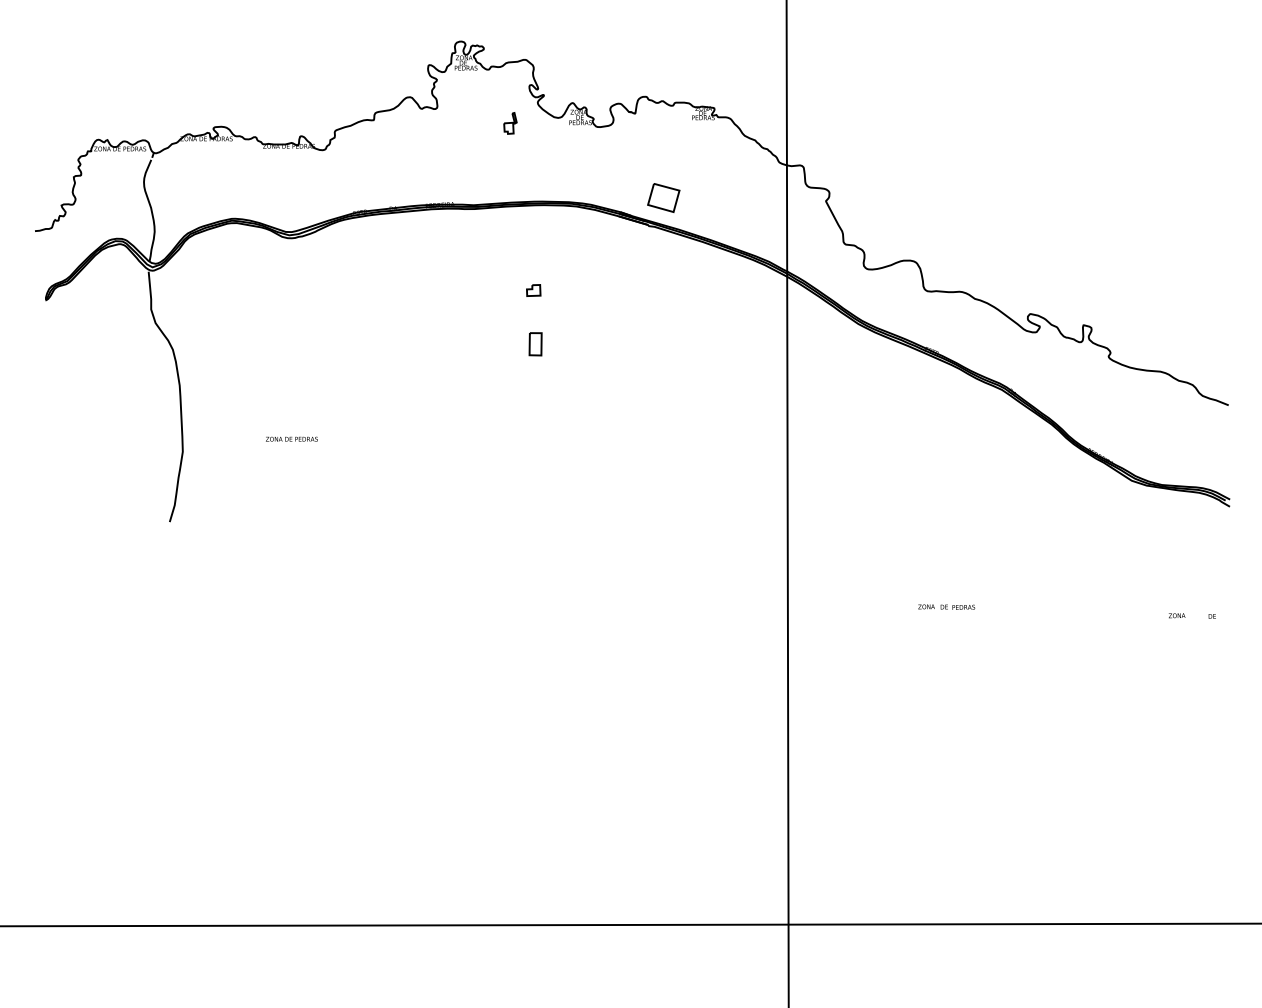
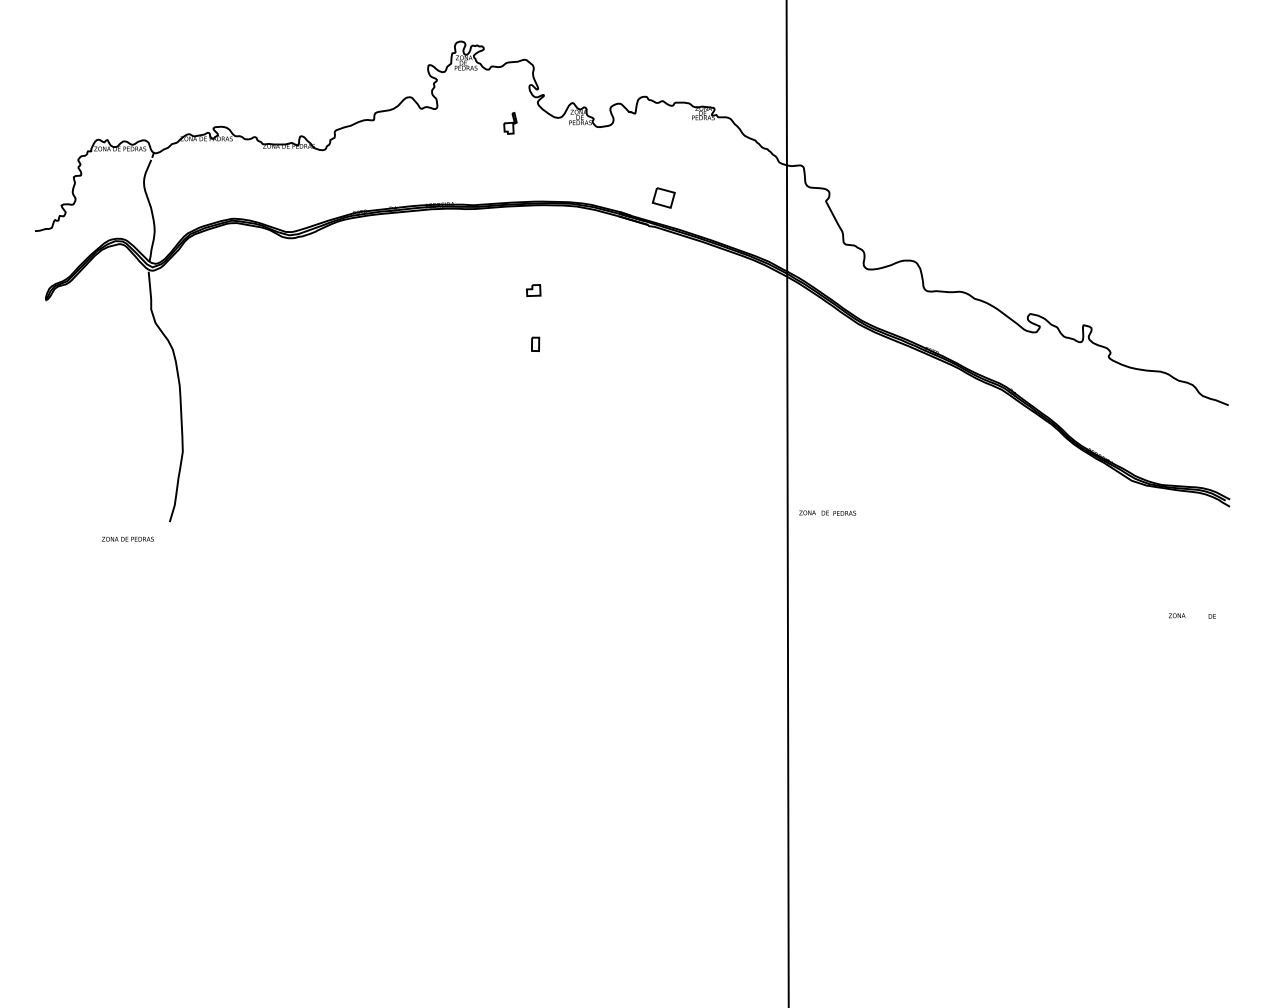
part at (663, 197) size: 34x30 px -> 25x22 px
part at (535, 344) size: 15x25 px -> 10x16 px
text at (291, 438) position: (291, 438) -> (127, 538)
text at (946, 606) position: (946, 606) -> (827, 512)
line at (630, 924): present -> none
